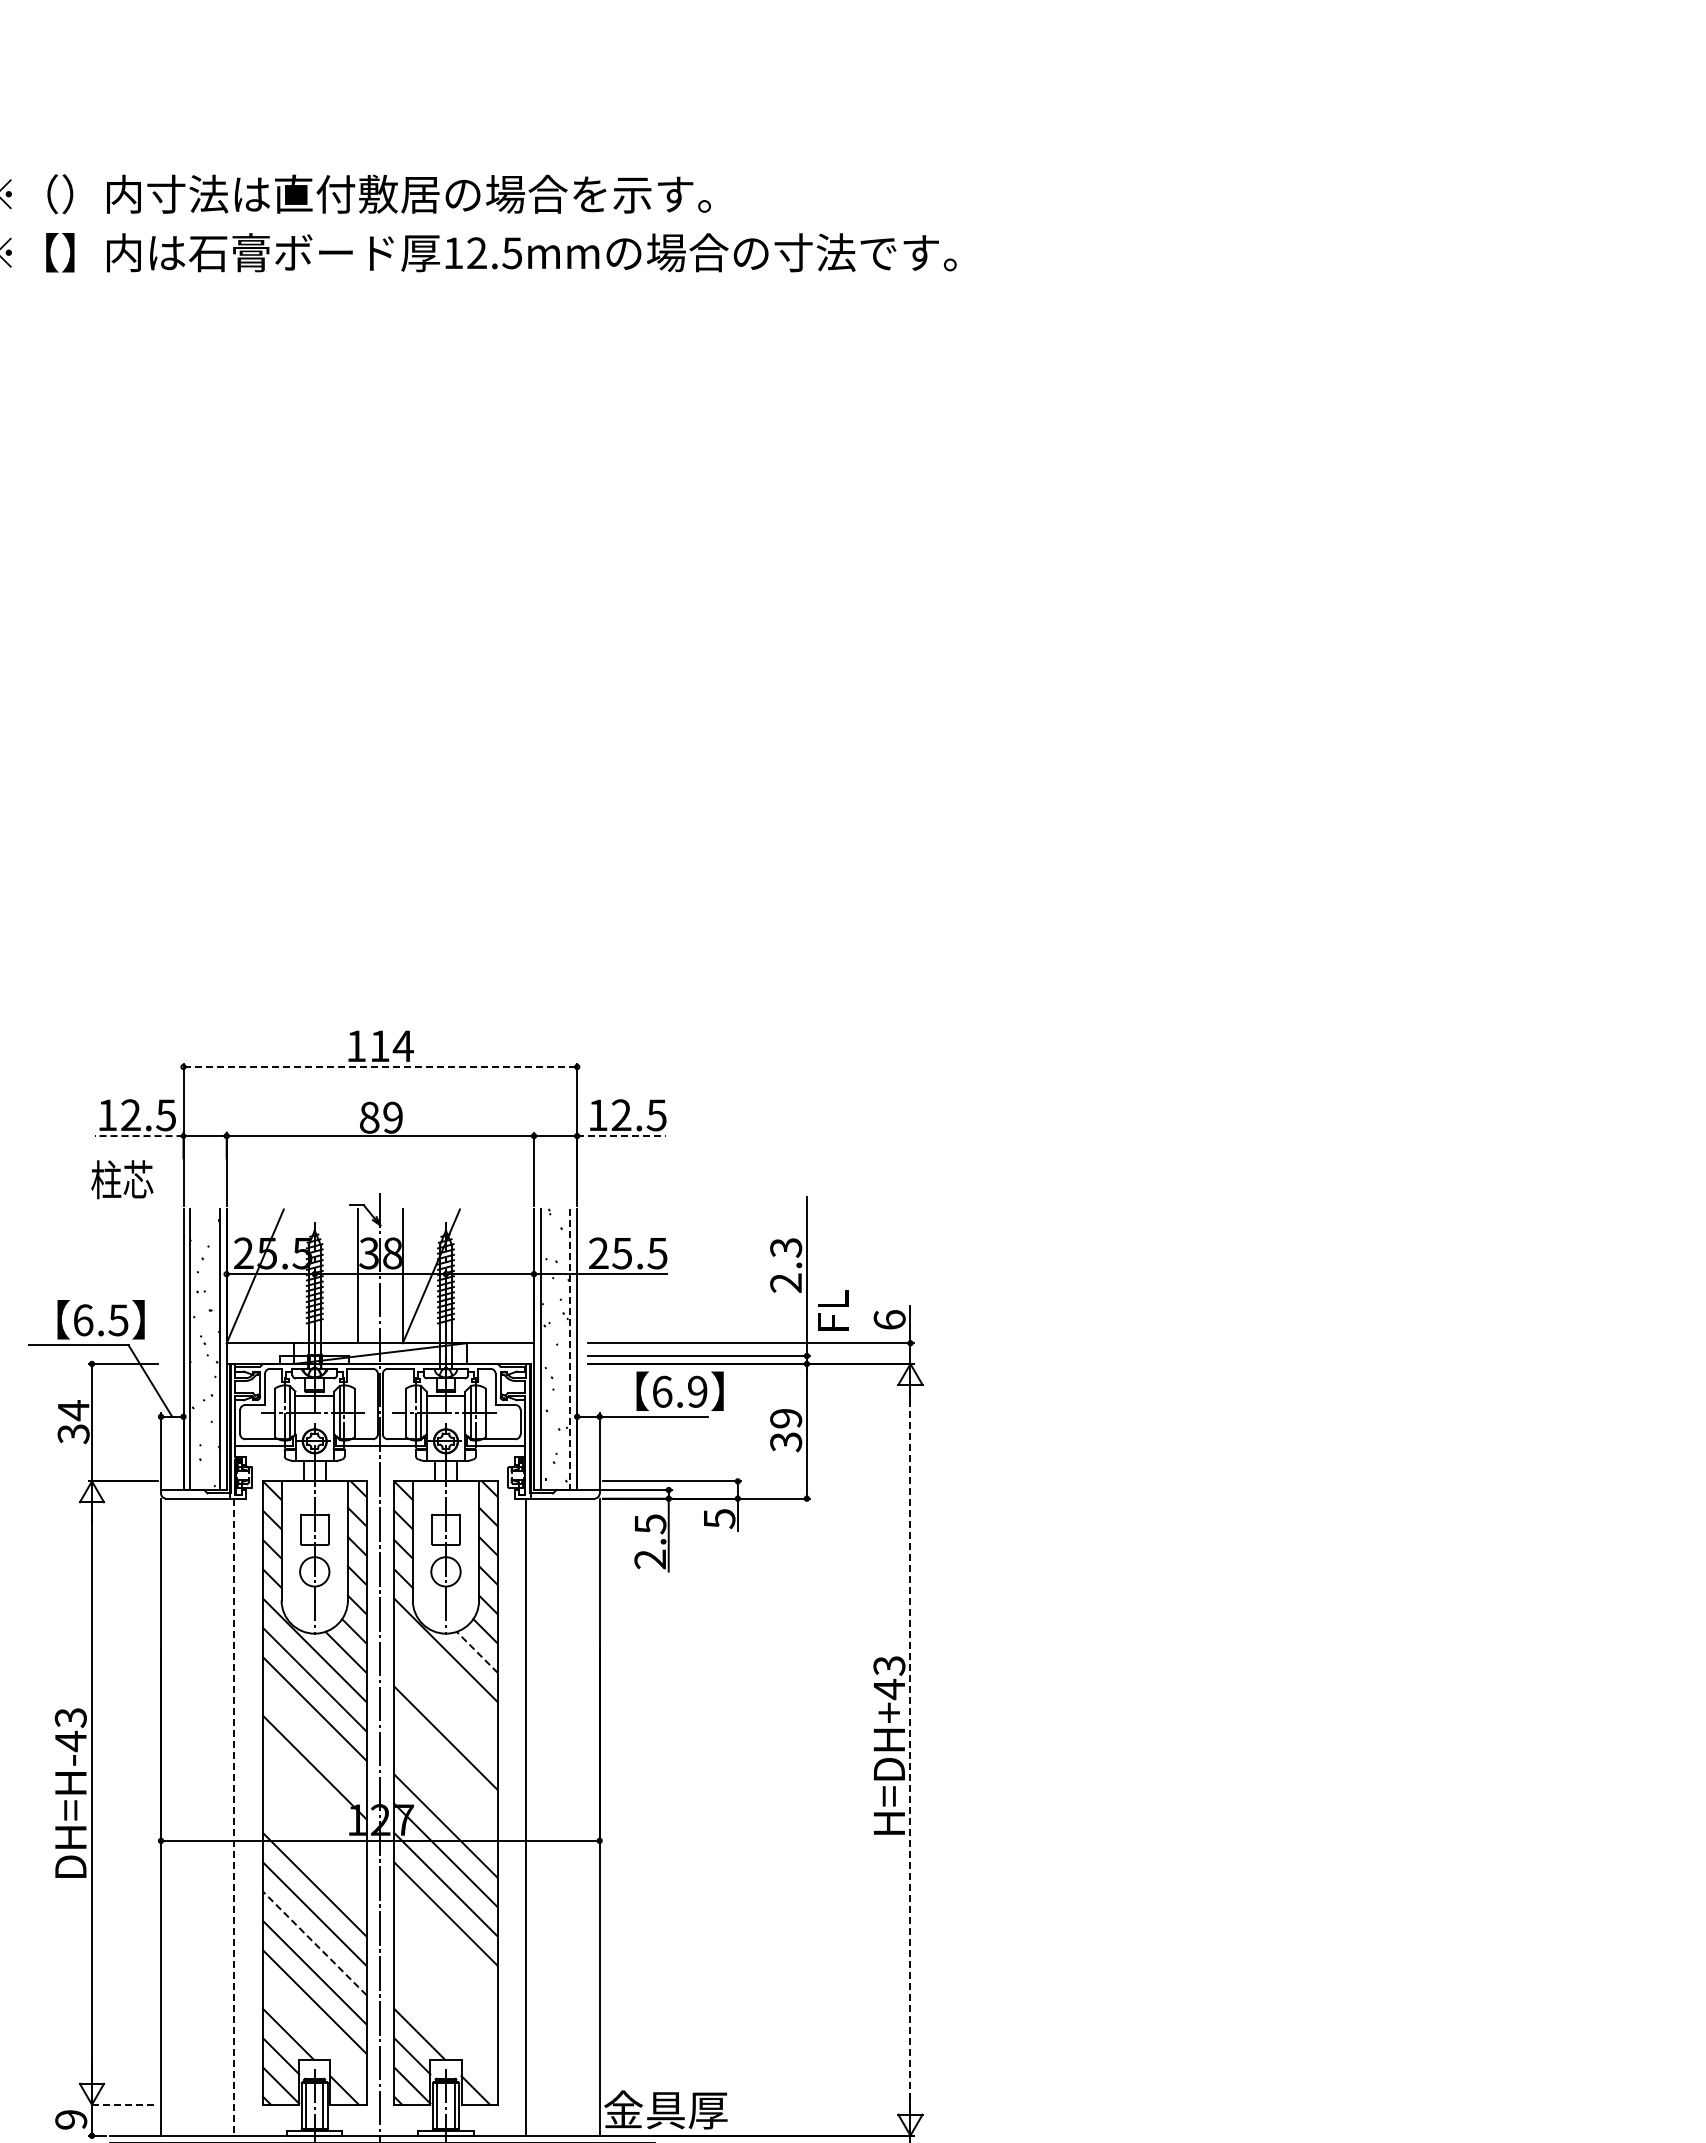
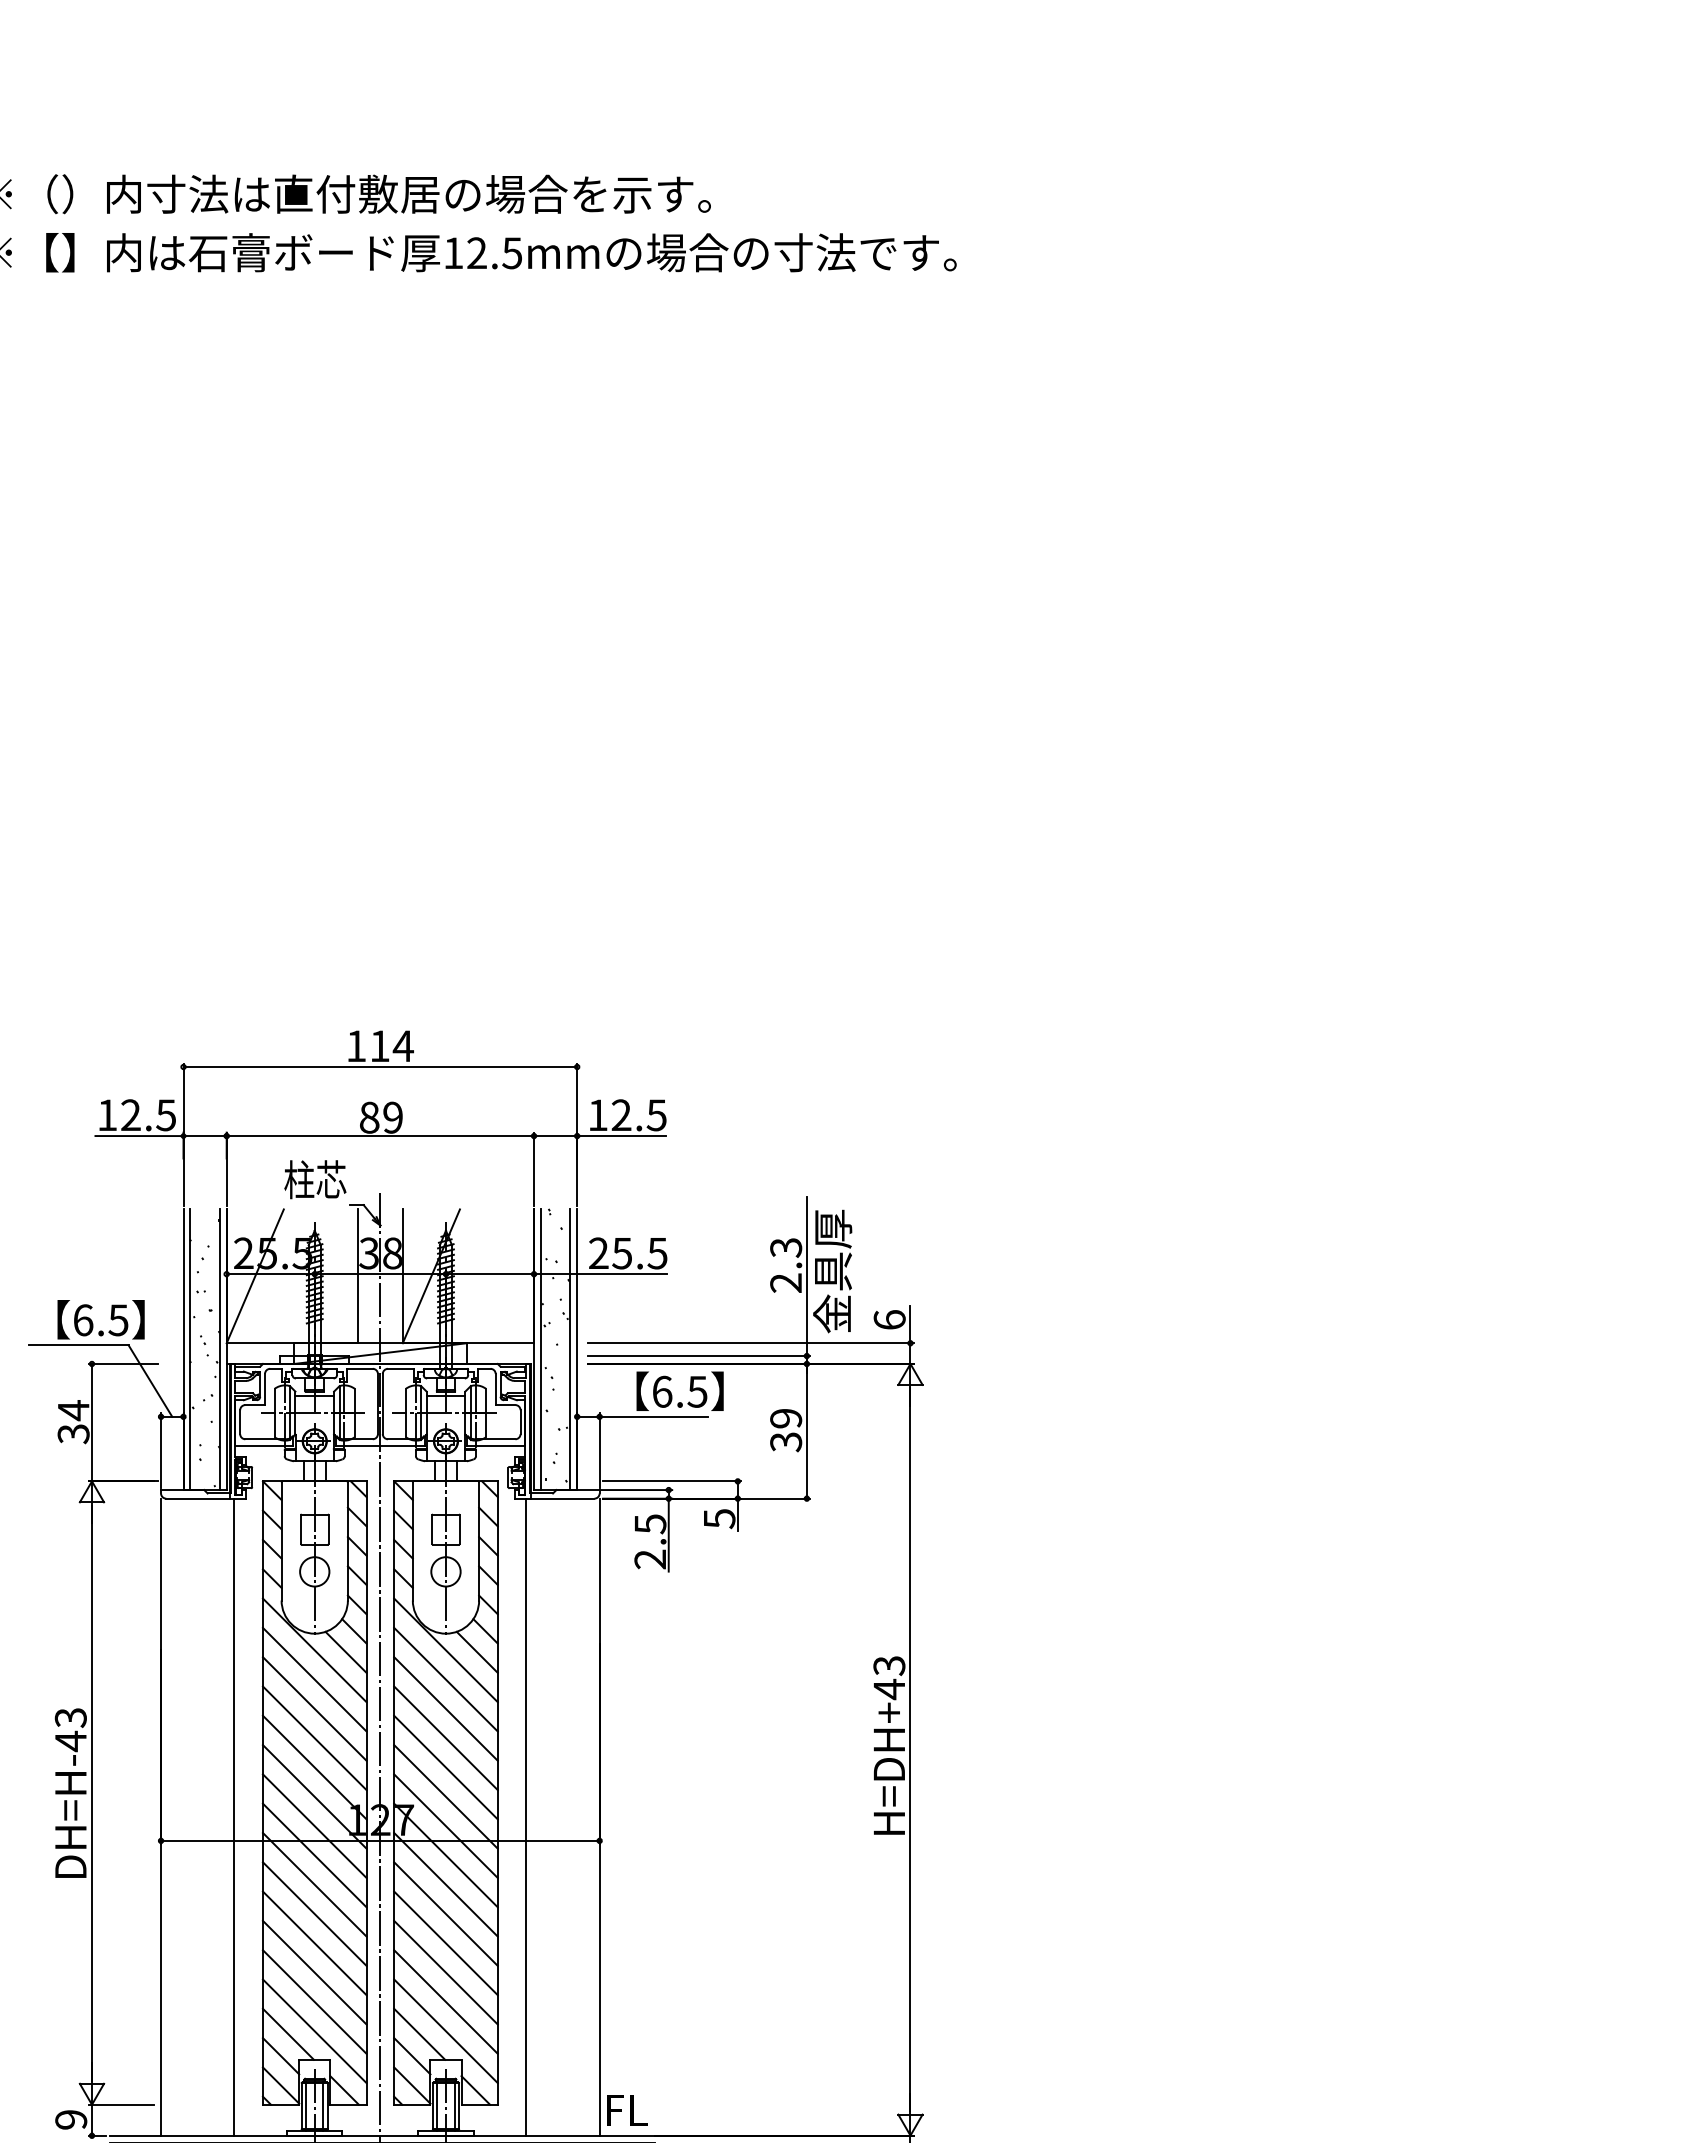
line at (380, 1067): dashed -> solid
line at (139, 1136): dashed -> solid
line at (621, 1136): dashed -> solid
text at (122, 1179) position: (122, 1179) -> (315, 1179)
text at (832, 1271): FL -> 金具厚
line at (570, 1350): dashed -> solid
text at (697, 1391): 6.9 -> 6.5
line at (477, 1652): dashed -> solid
line at (445, 1679): none -> present
line at (445, 1708): none -> present
line at (314, 1738): none -> present
line at (910, 1749): dashed -> solid
line at (445, 1767): none -> present
line at (314, 1796): none -> present
line at (445, 1796): none -> present
line at (234, 1817): dashed -> solid
line at (314, 1825): none -> present
line at (314, 1855): none -> present
line at (314, 1943): dashed -> solid
line at (445, 1943): none -> present
line at (445, 1972): none -> present
line at (445, 2001): none -> present
line at (314, 2031): none -> present
line at (445, 2031): none -> present
line at (121, 2104): dashed -> solid
text at (665, 2109): 金具厚 -> FL
